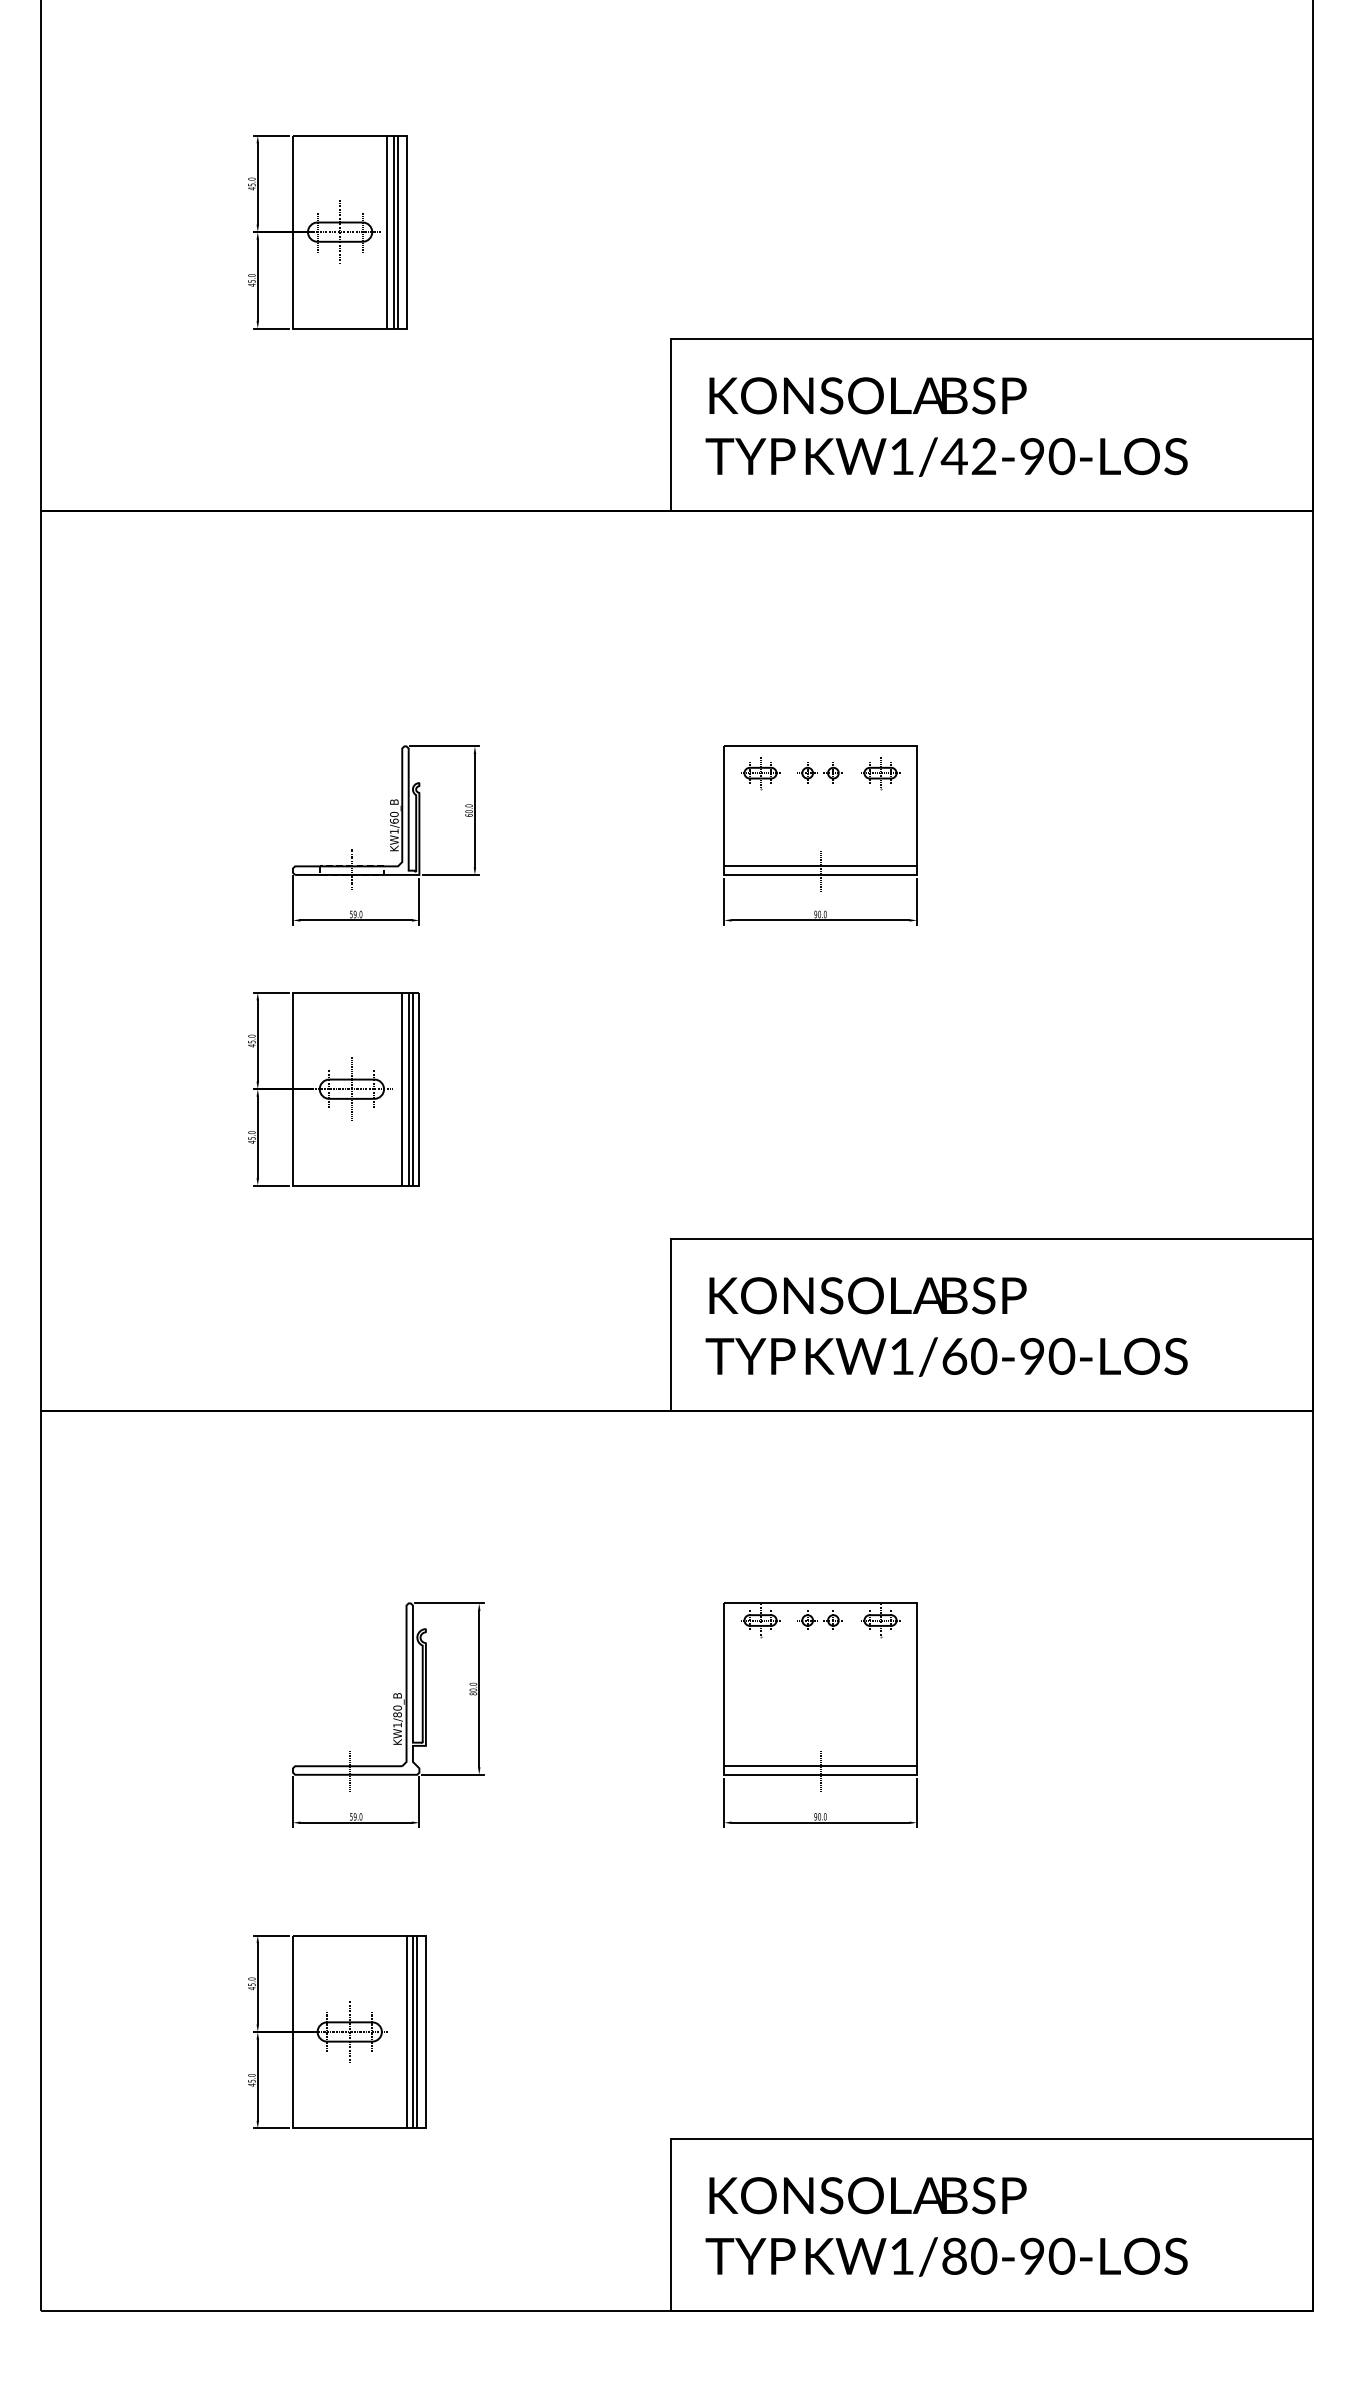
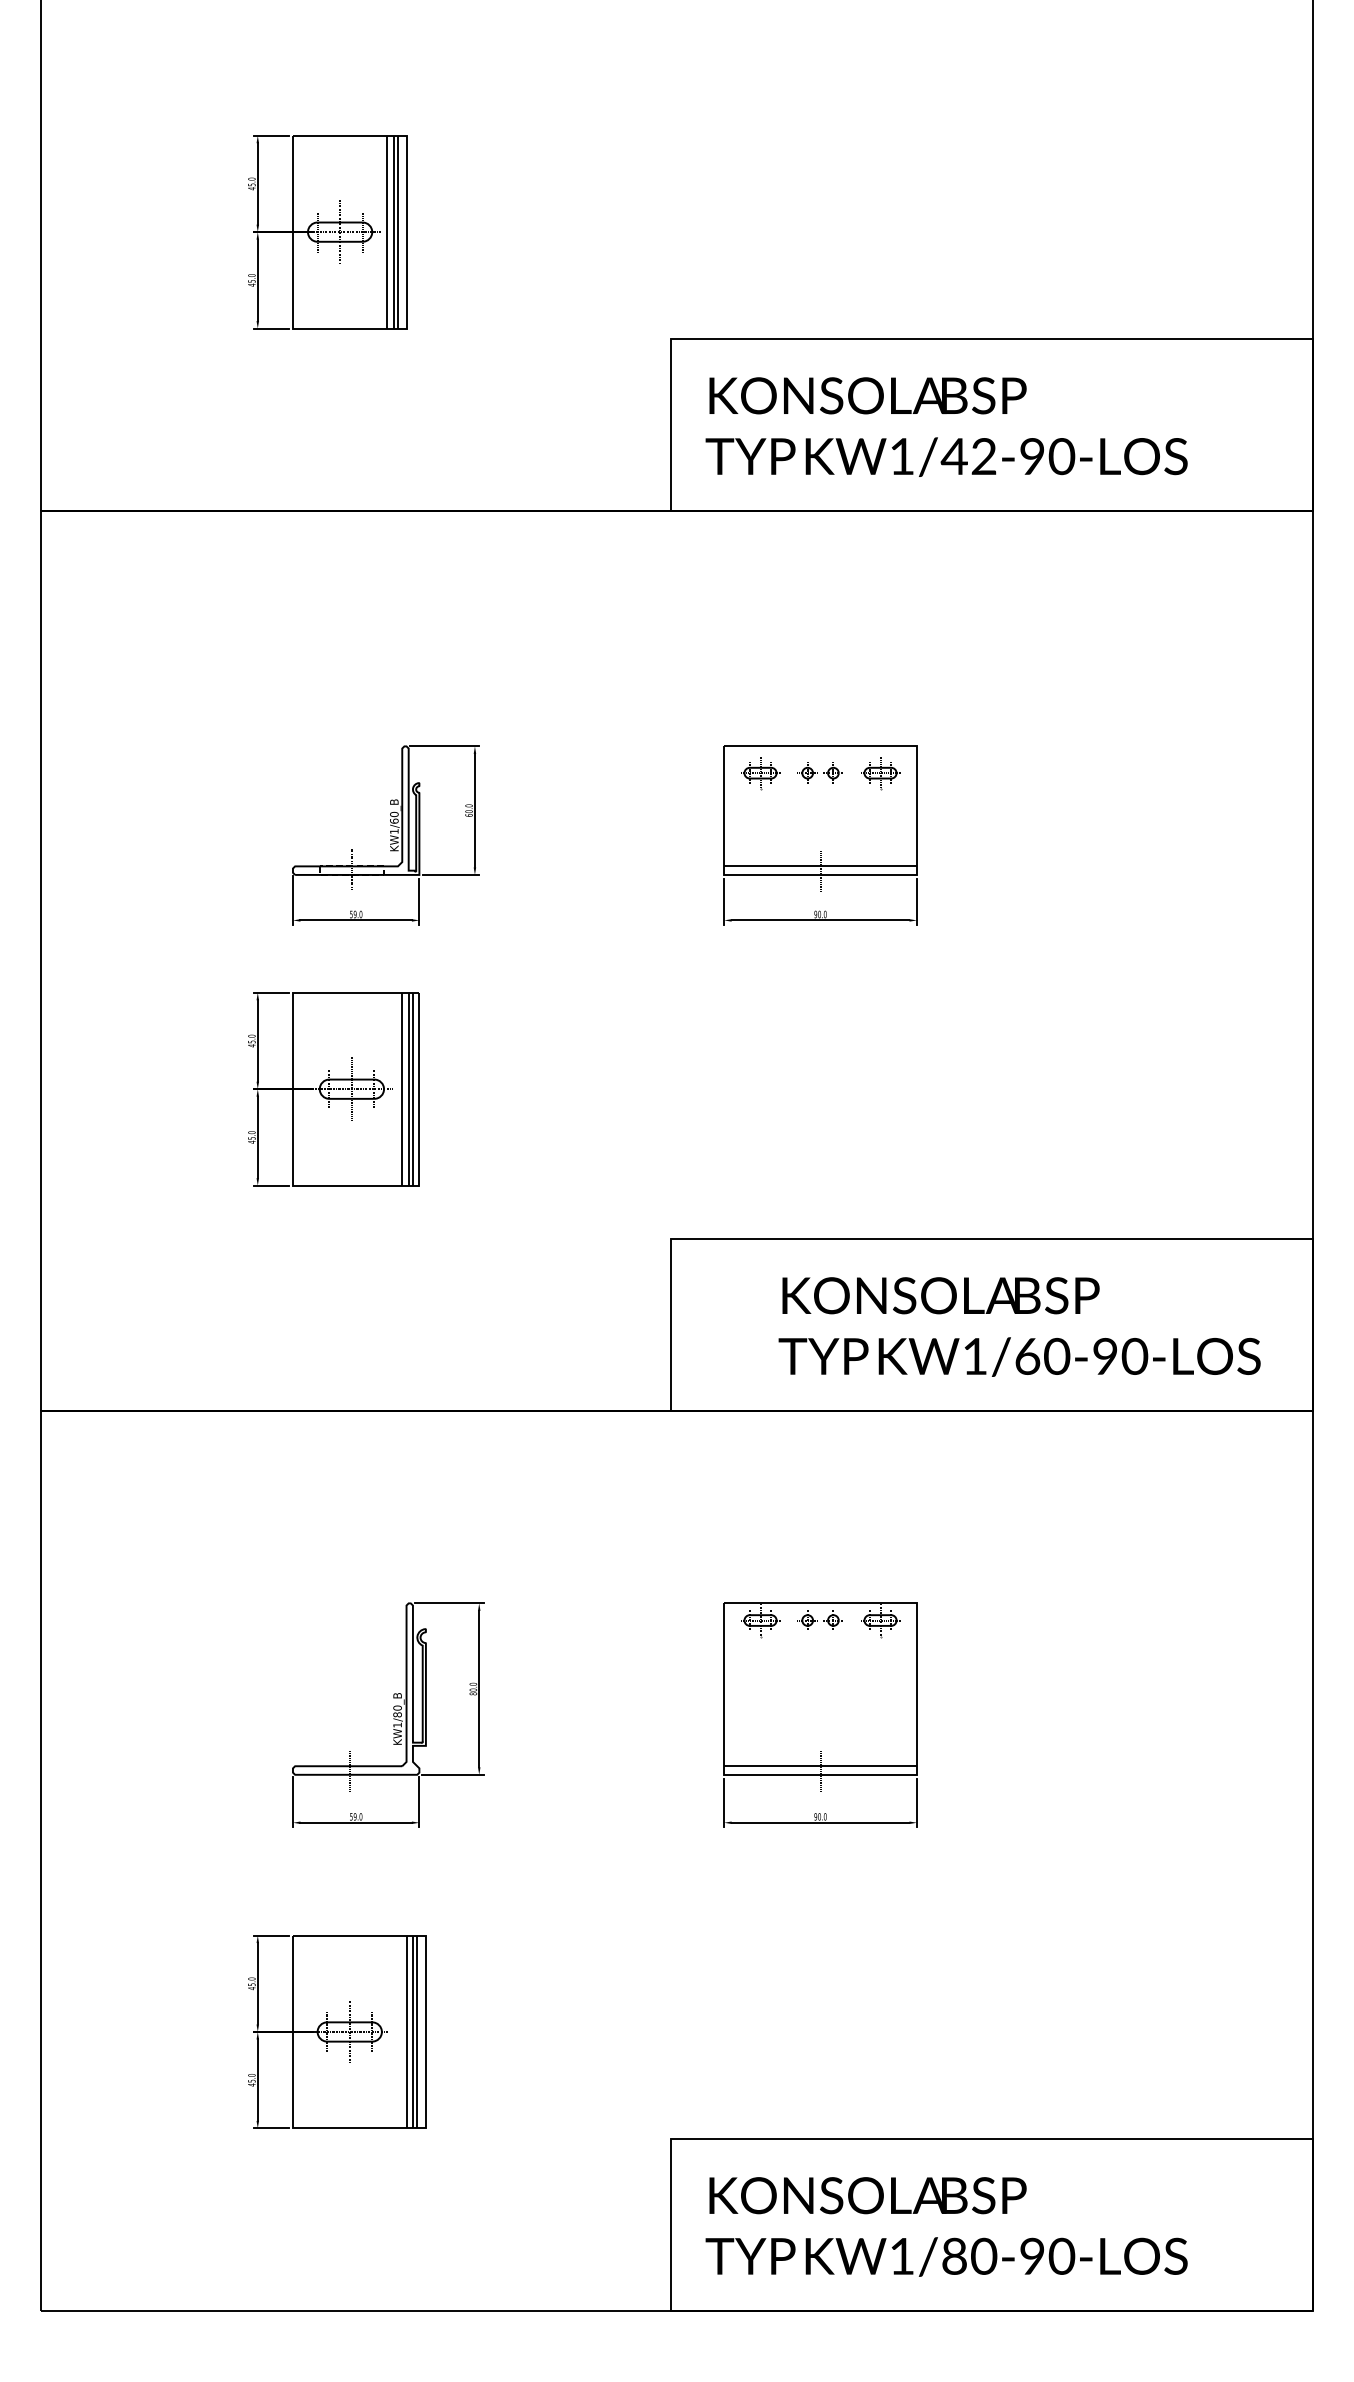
text at (946, 1326) position: (946, 1326) -> (1019, 1326)
